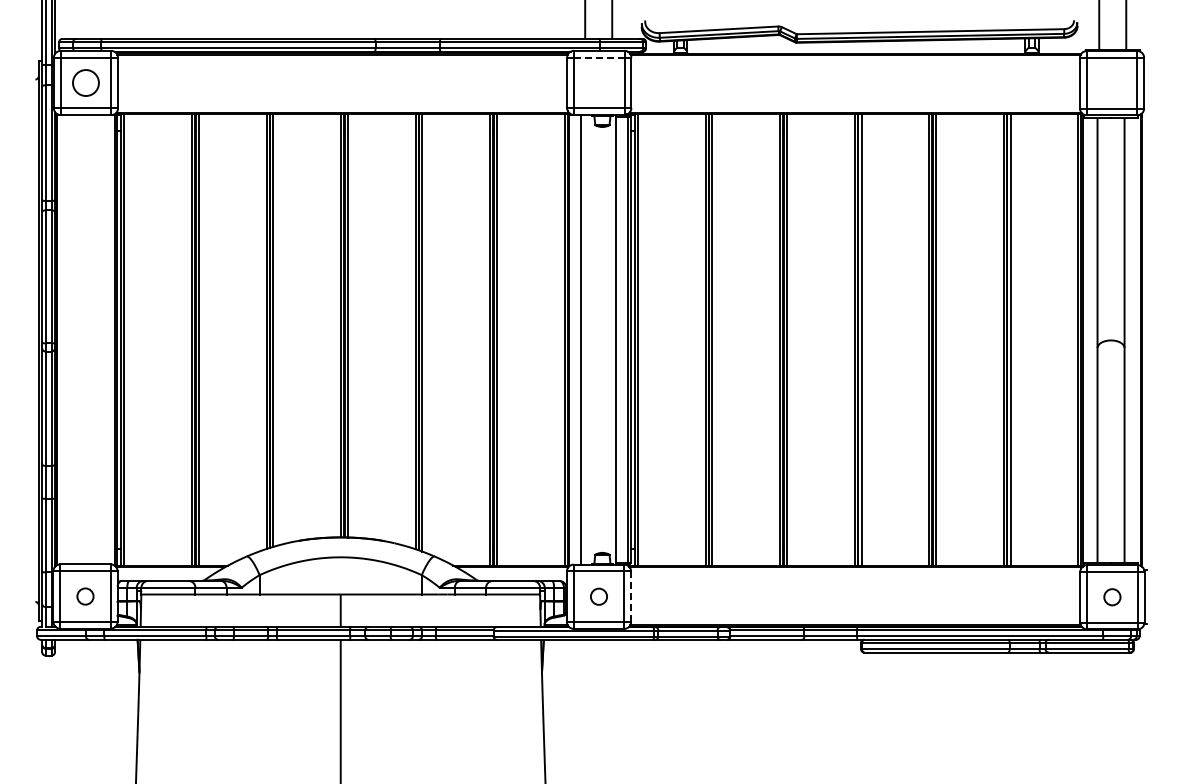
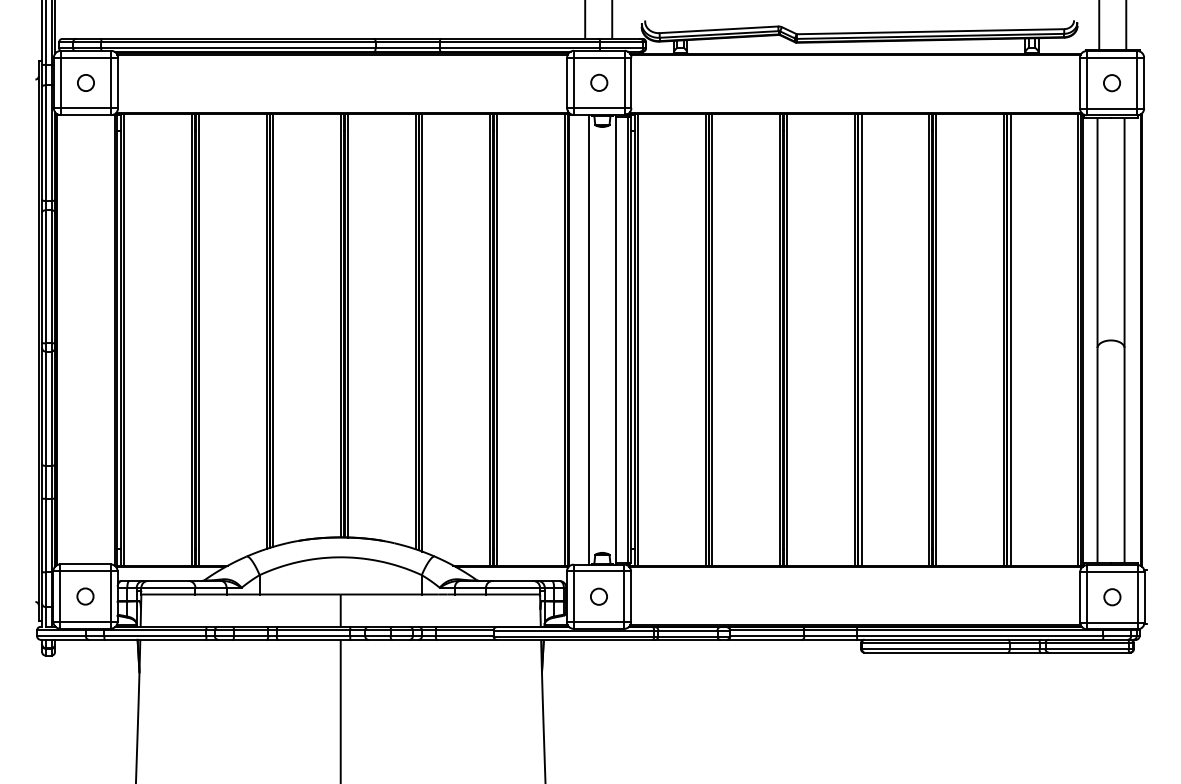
line at (598, 57): dashed -> solid
circle at (85, 82) size: 28x28 px -> 18x18 px
circle at (599, 82): none -> present
circle at (1111, 83): none -> present
line at (580, 339) position: (580, 339) -> (588, 339)
line at (631, 597): dashed -> solid
